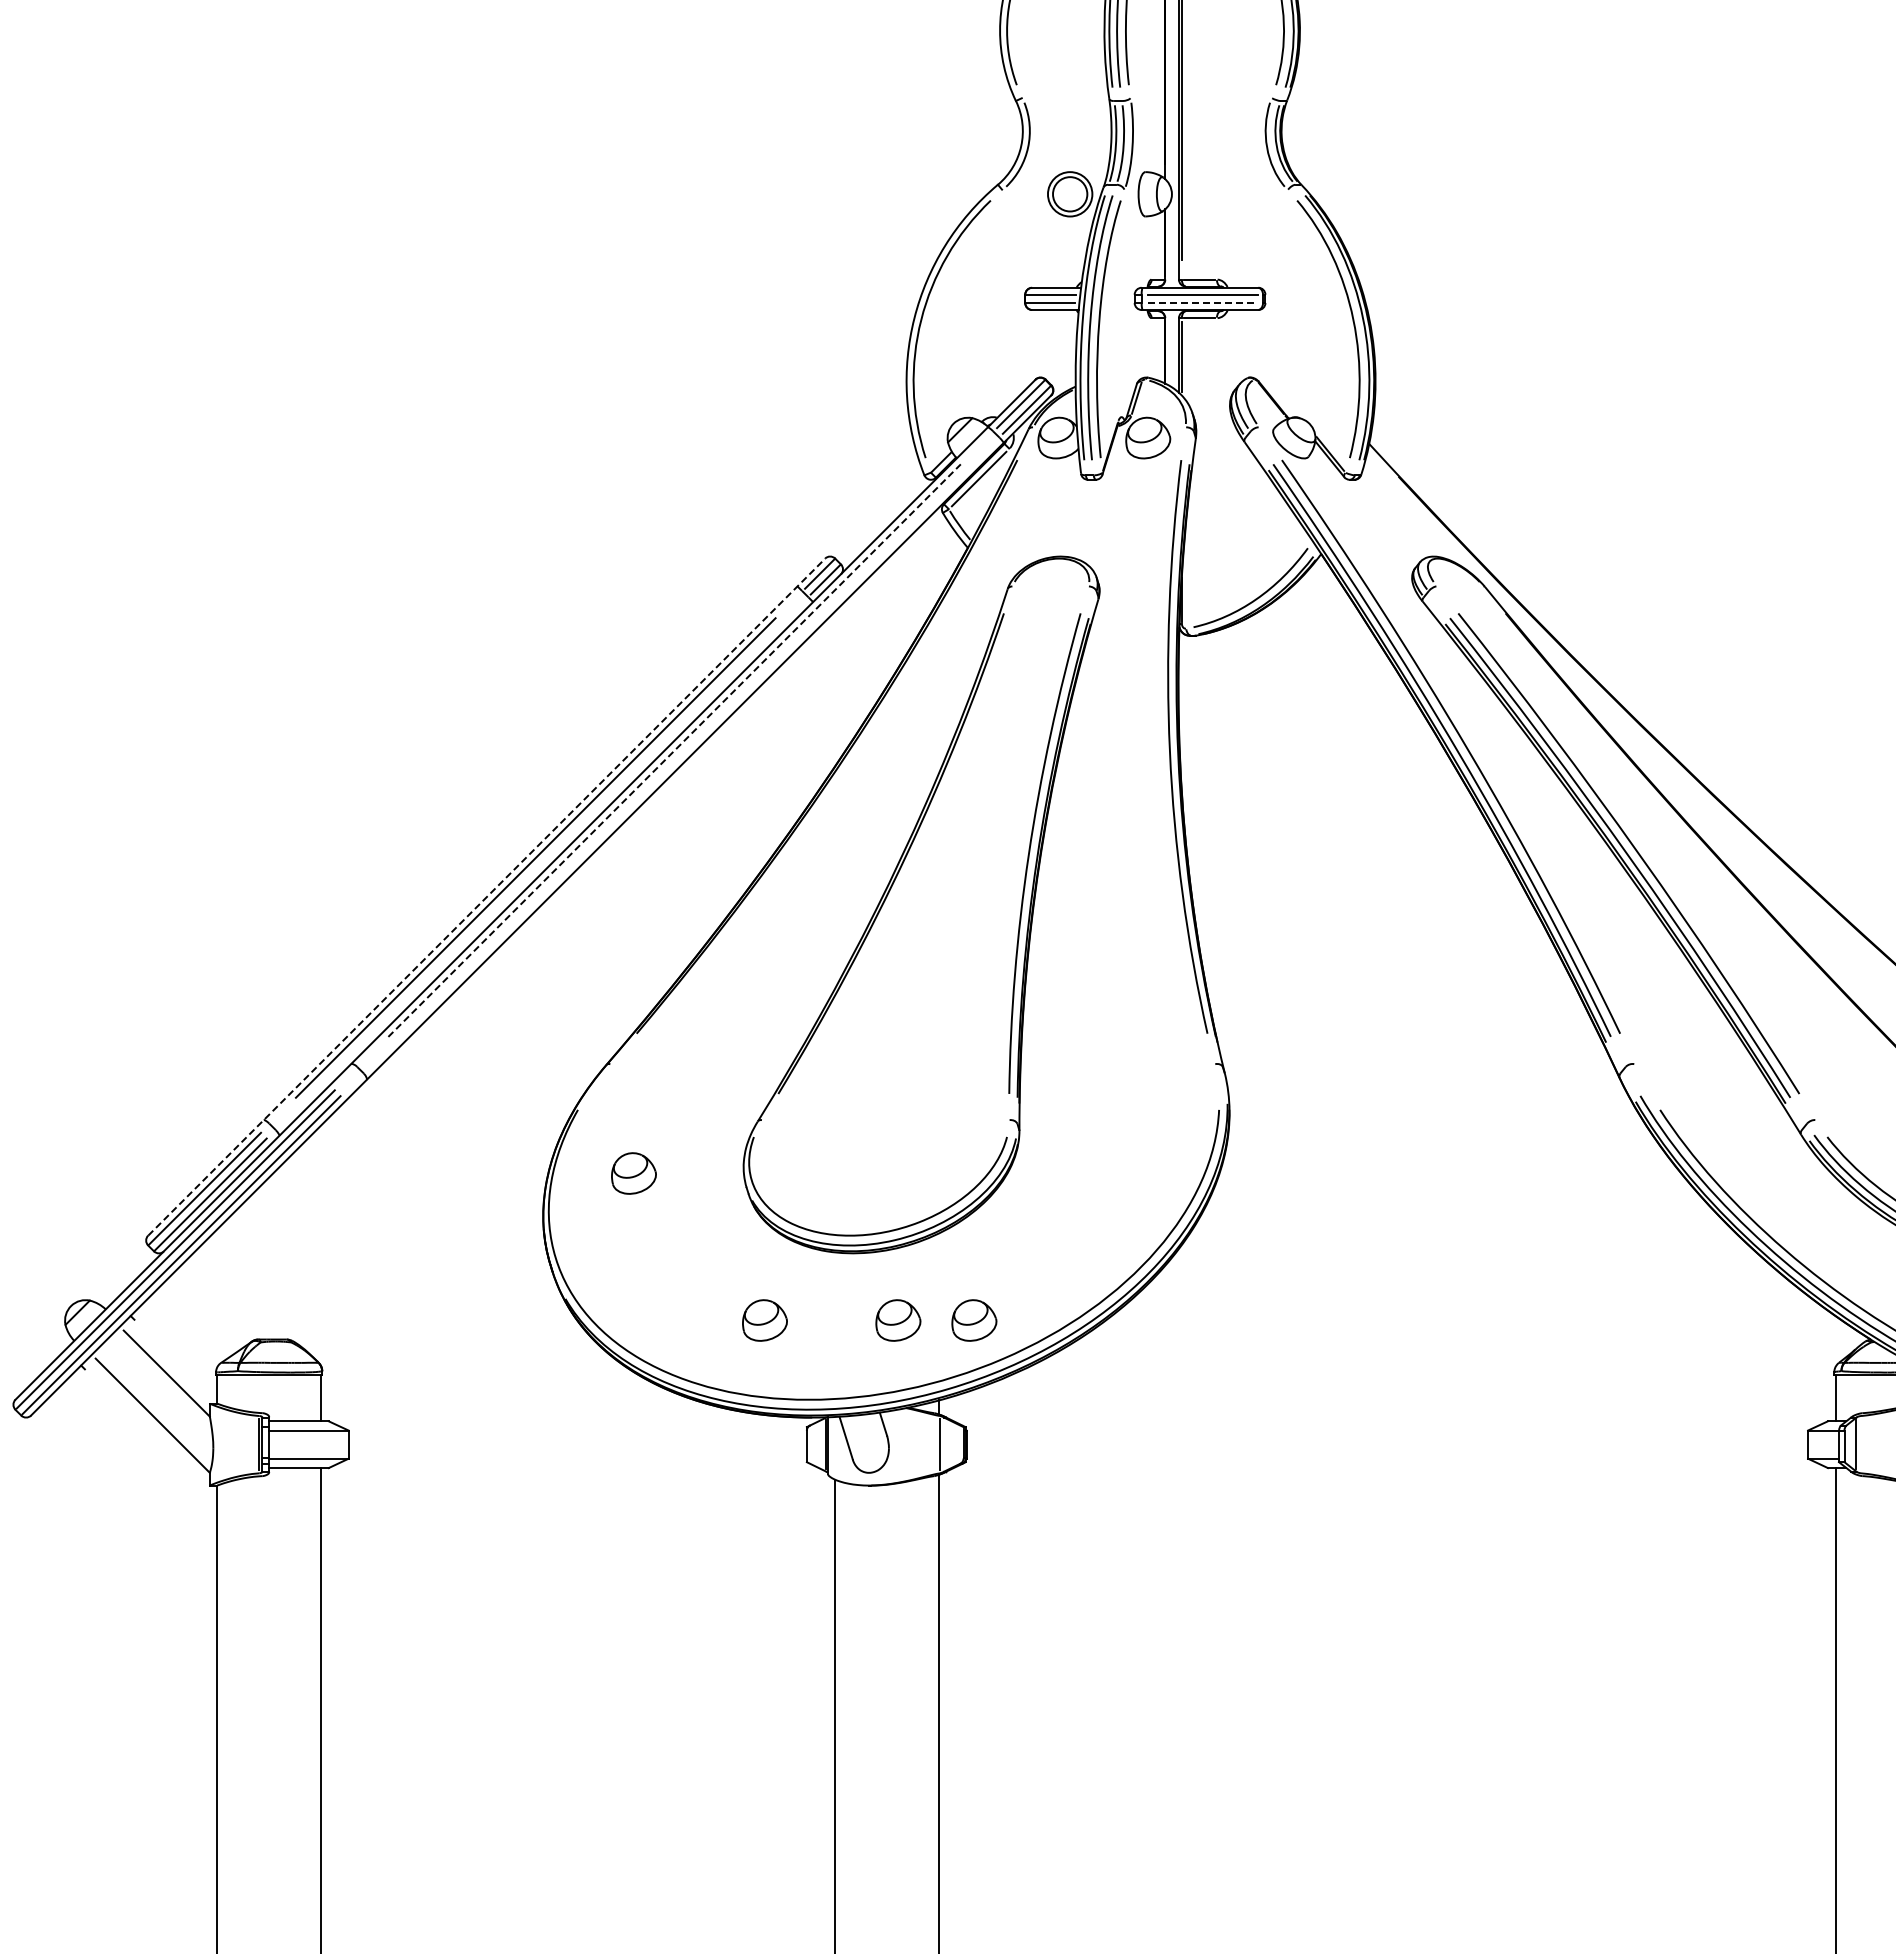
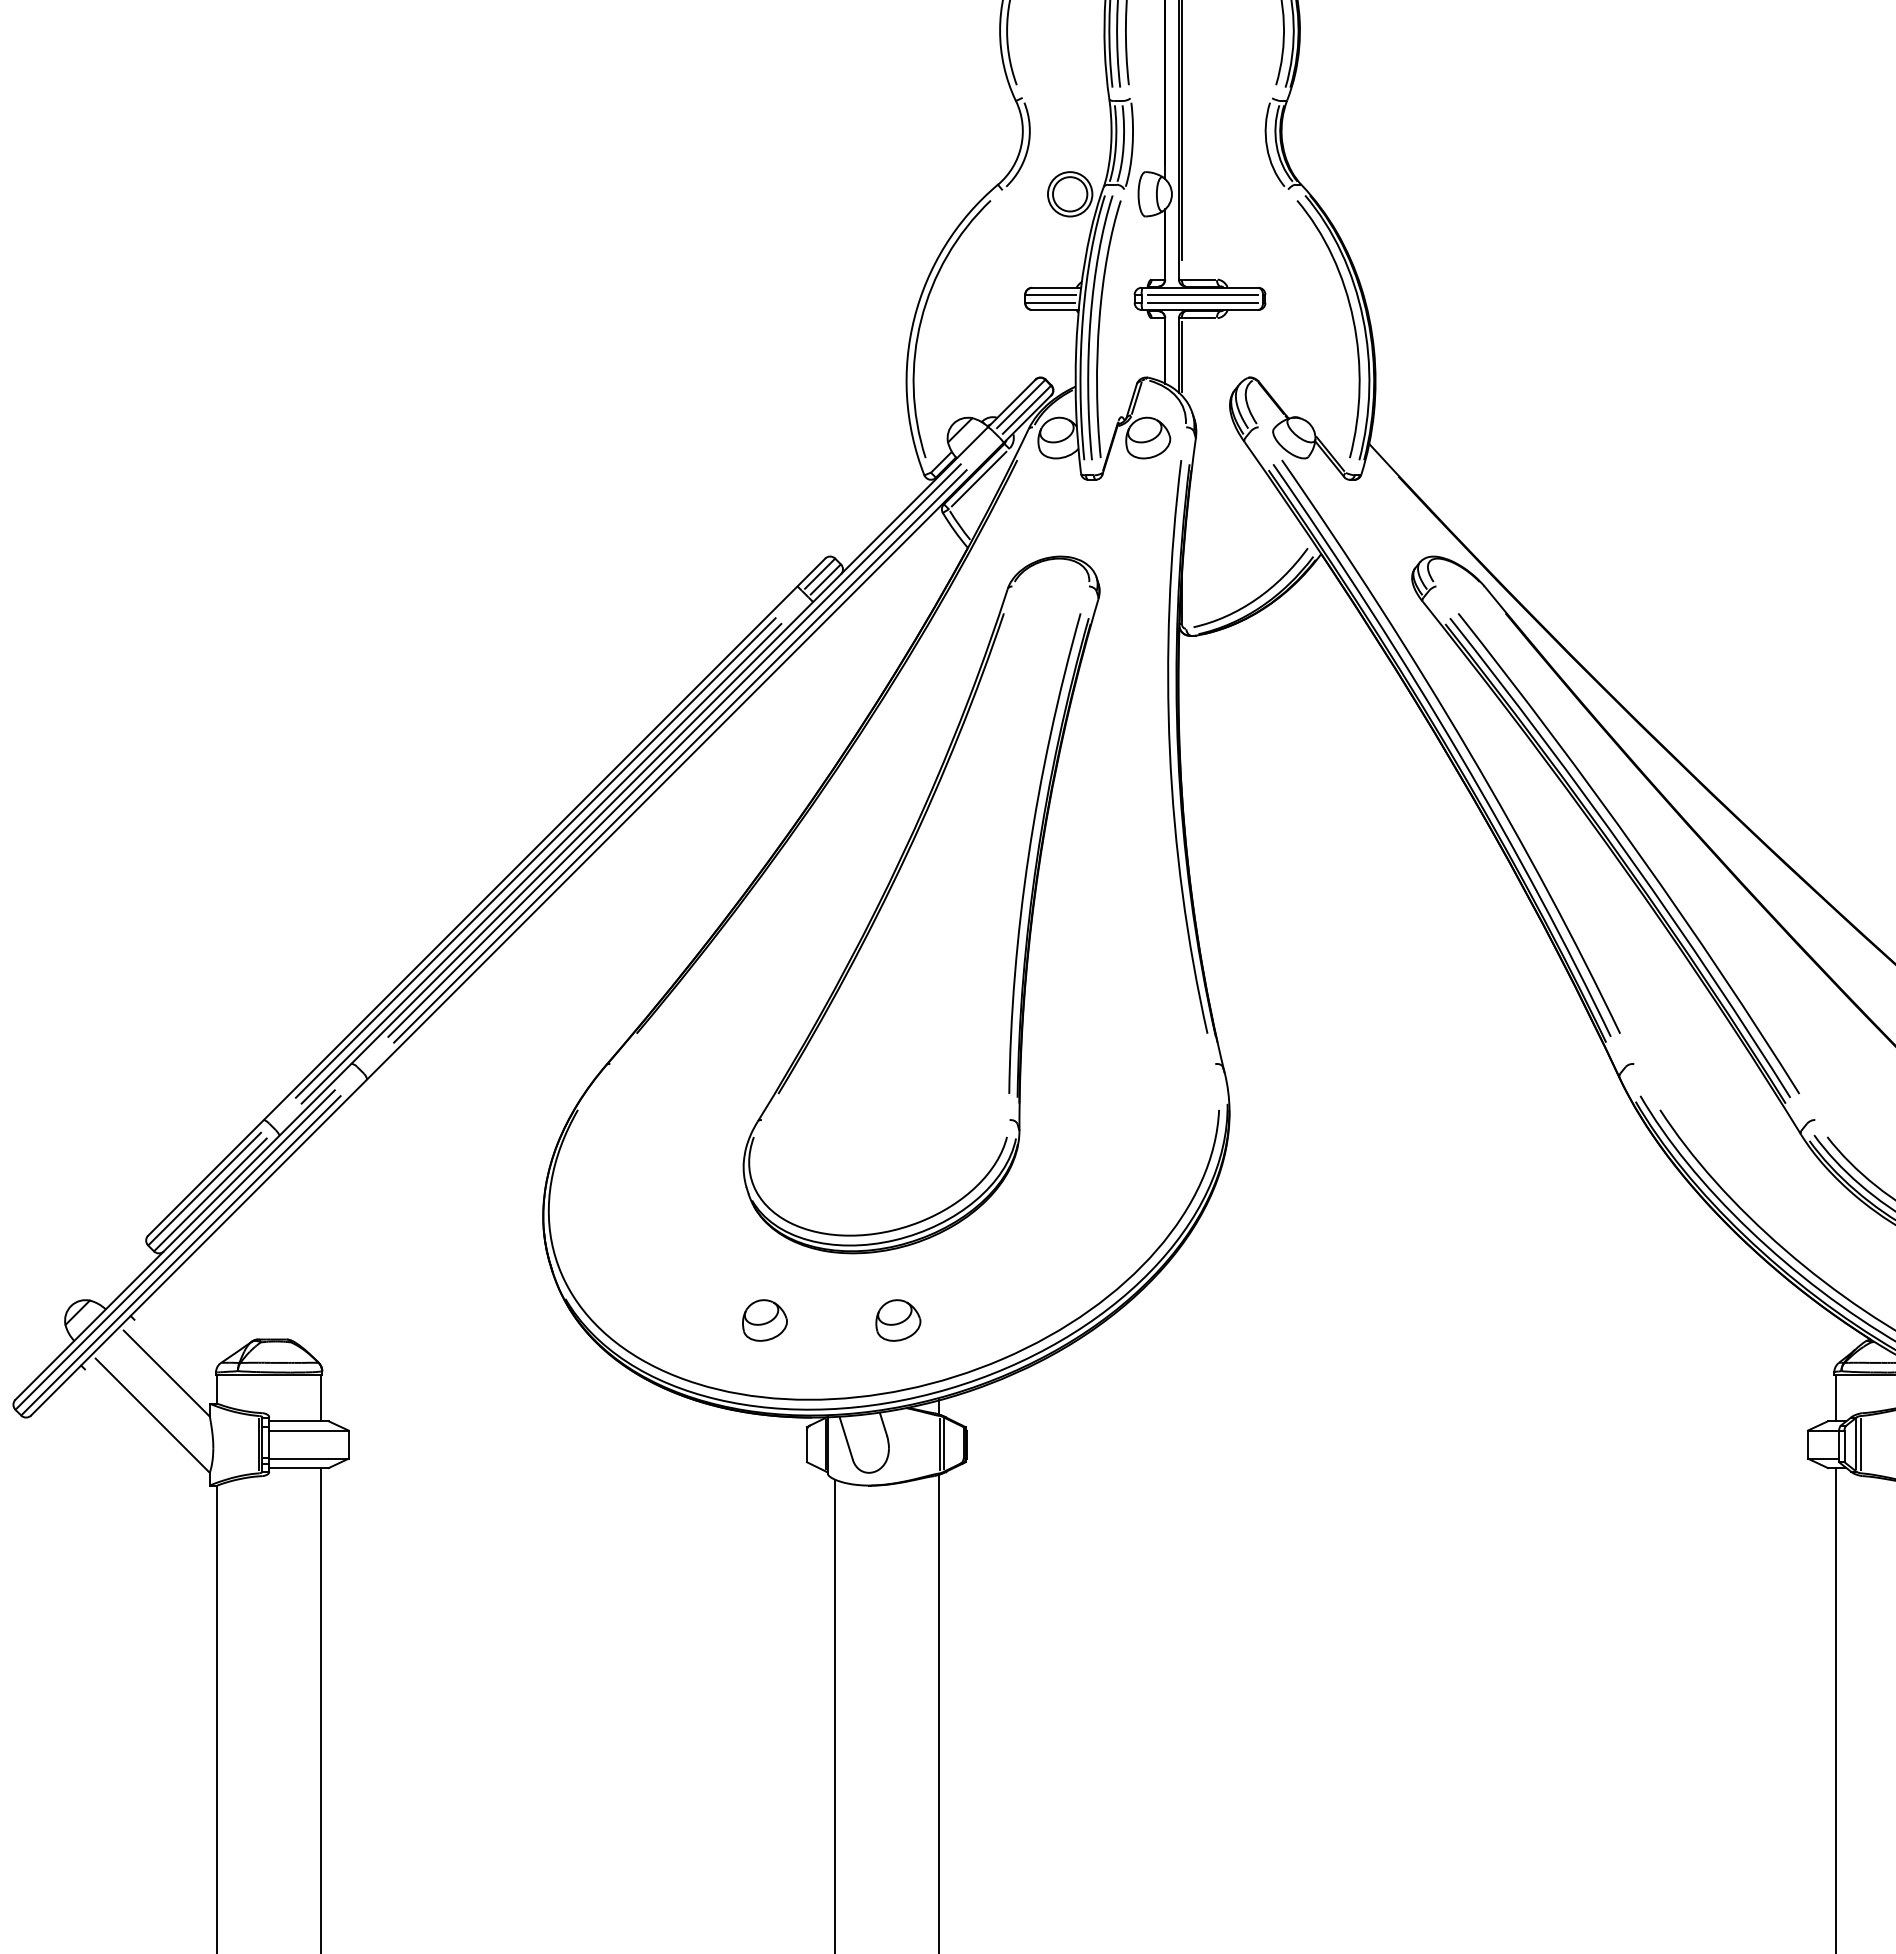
line at (1203, 302): dashed -> solid
line at (674, 750): dashed -> solid
line at (680, 756): none -> present
line at (541, 863): none -> present
line at (486, 897): dashed -> solid
part at (633, 1173): present -> none
part at (974, 1320): present -> none
line at (944, 1444): none -> present
line at (1861, 1444): none -> present
